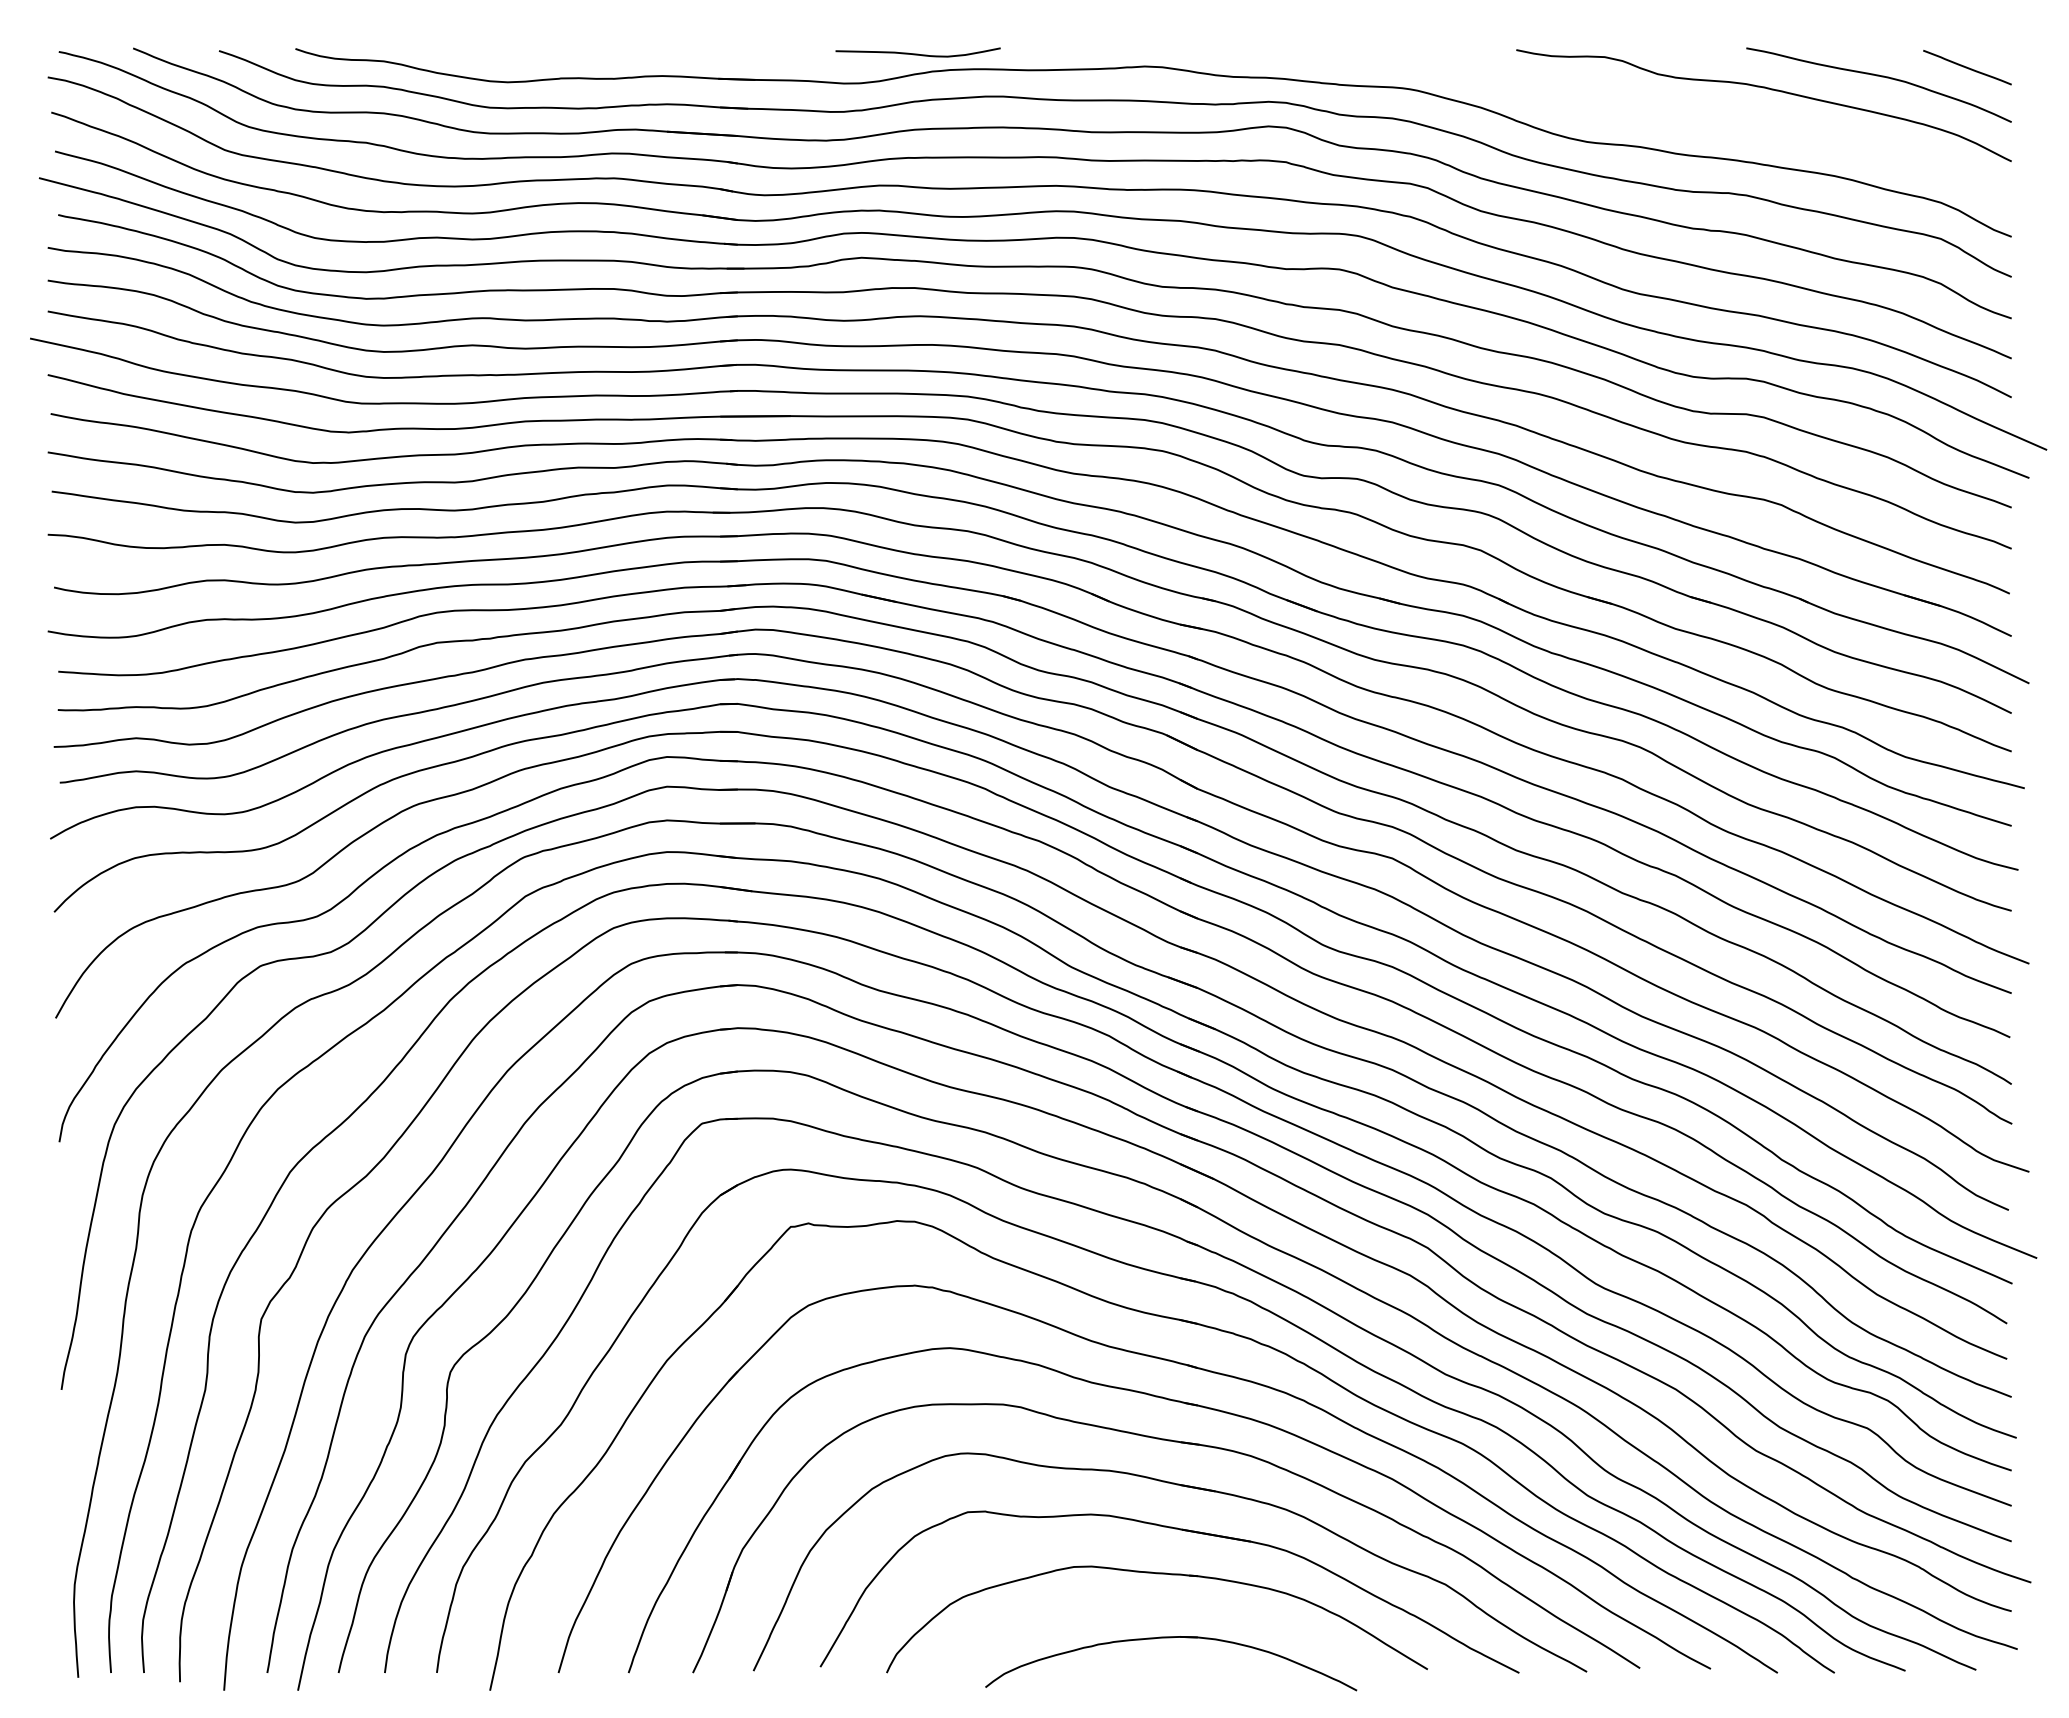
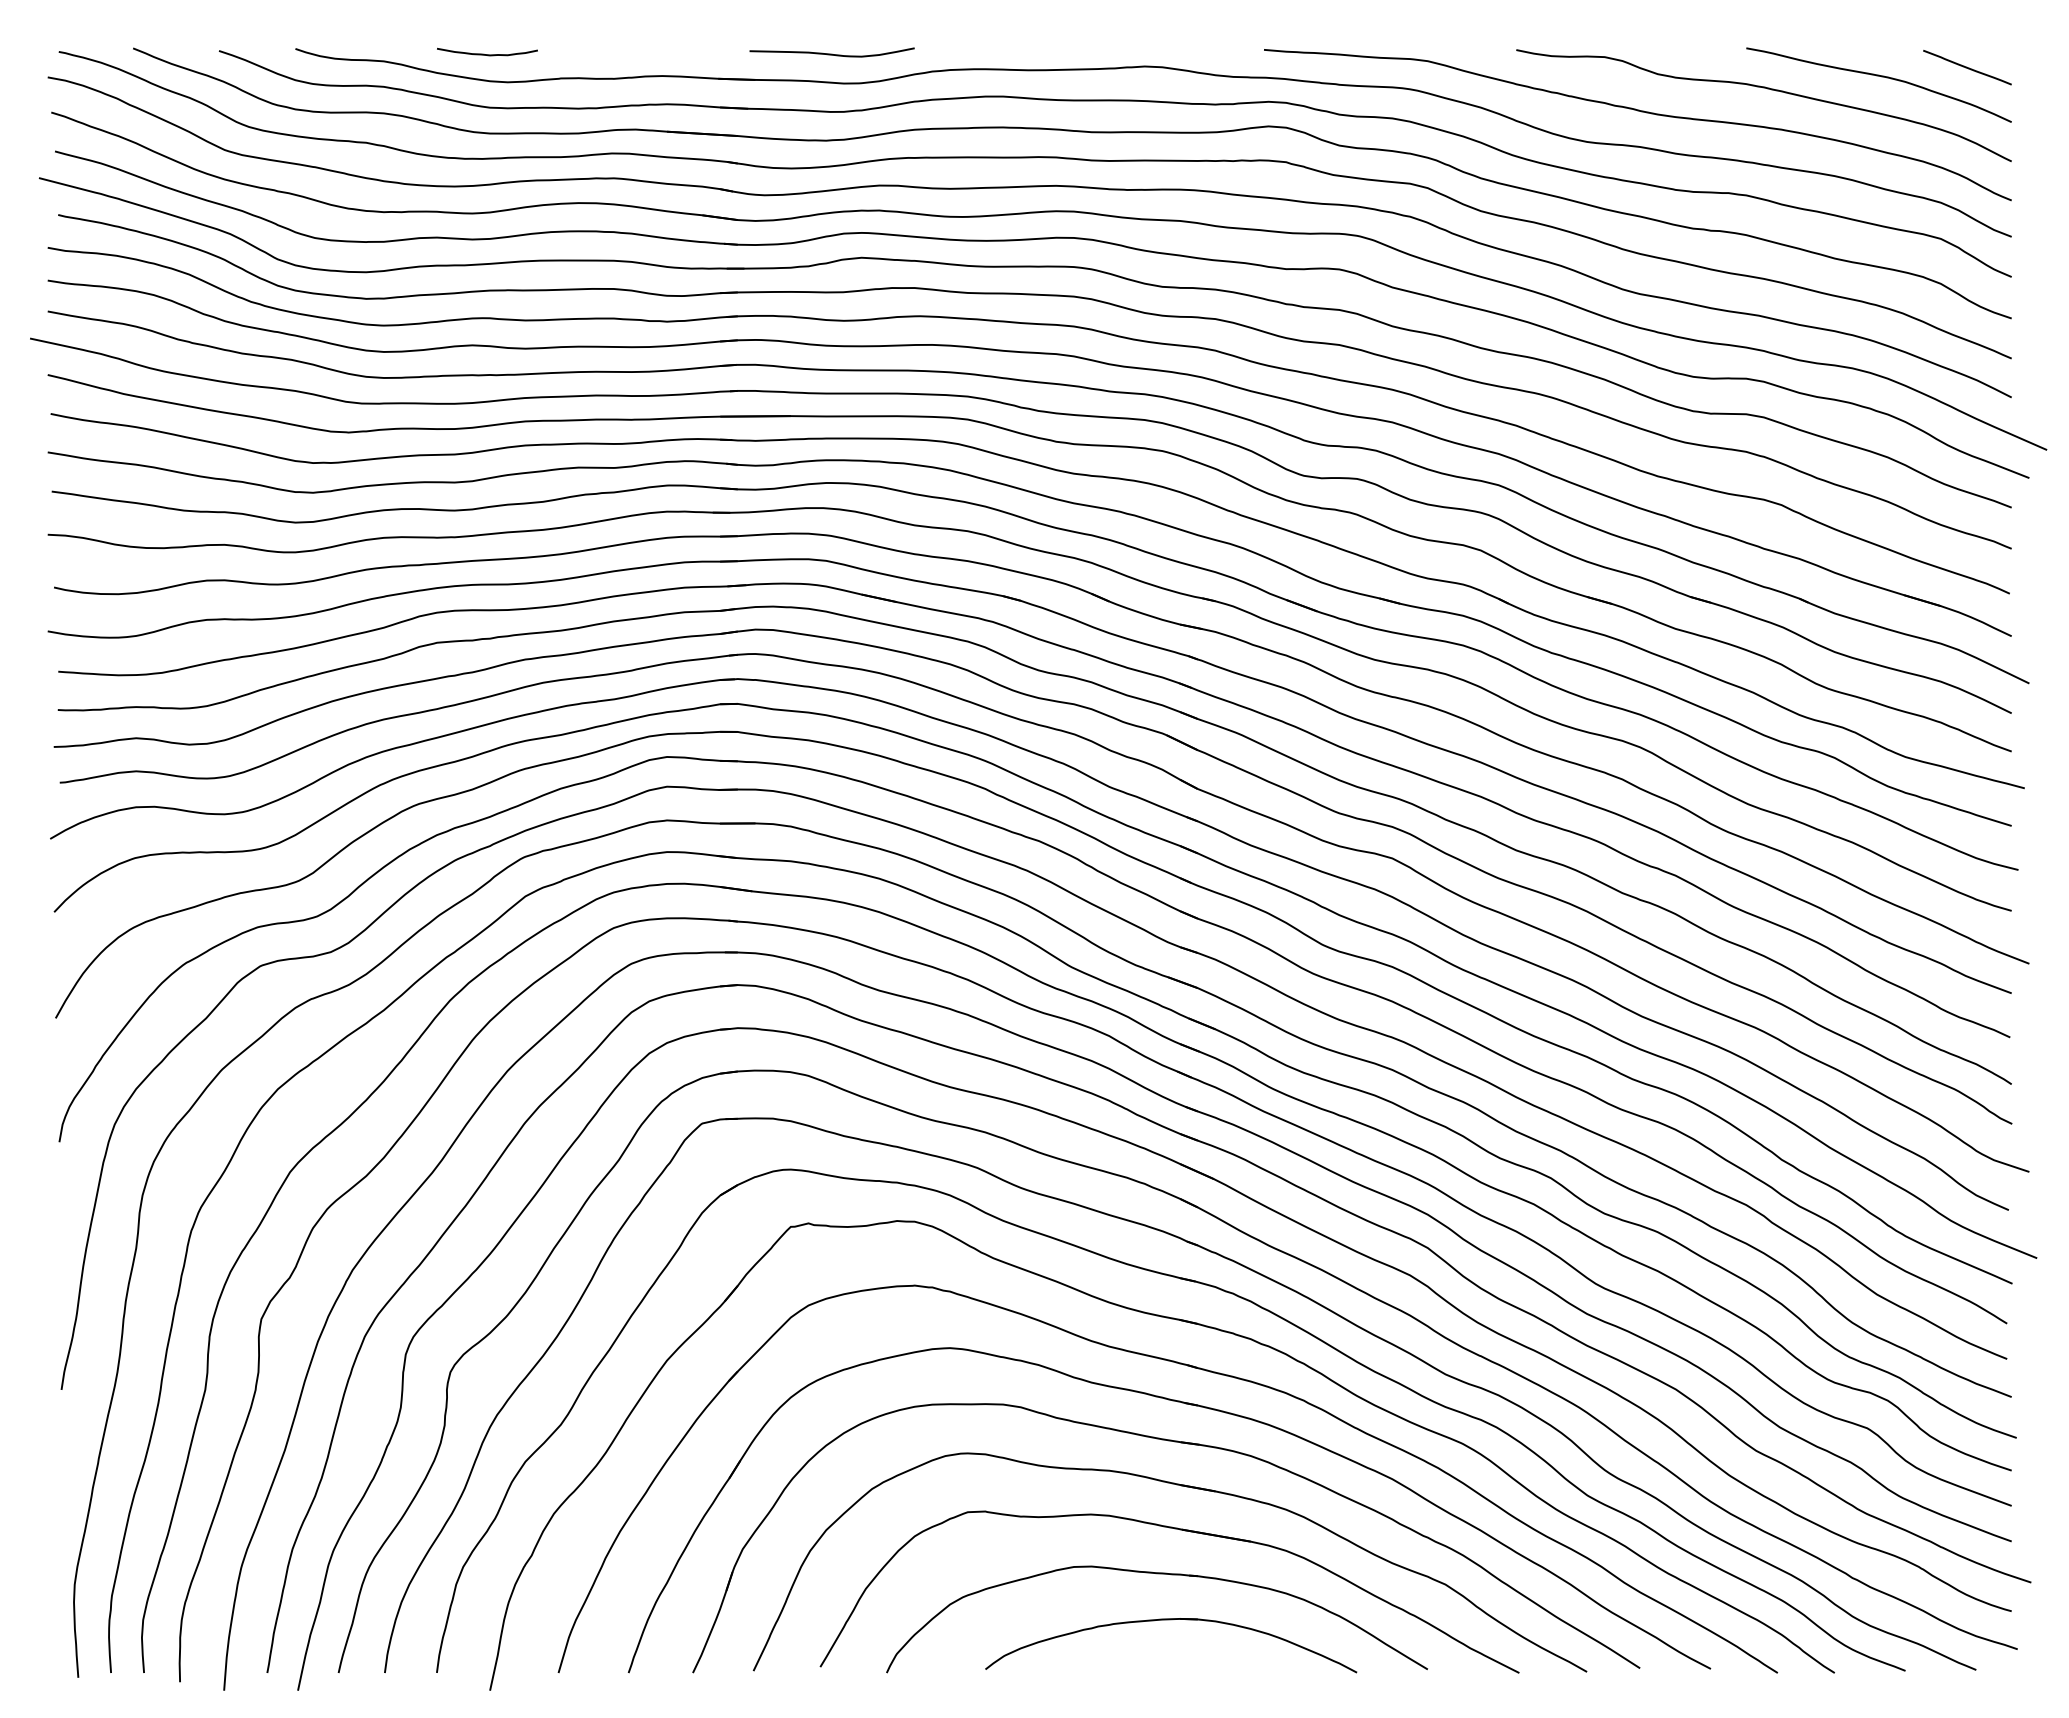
curve at (917, 53) position: (917, 53) -> (831, 53)
curve at (487, 54): none -> present
curve at (1641, 112): none -> present
part at (1171, 1638) position: (1171, 1638) -> (1171, 1620)
